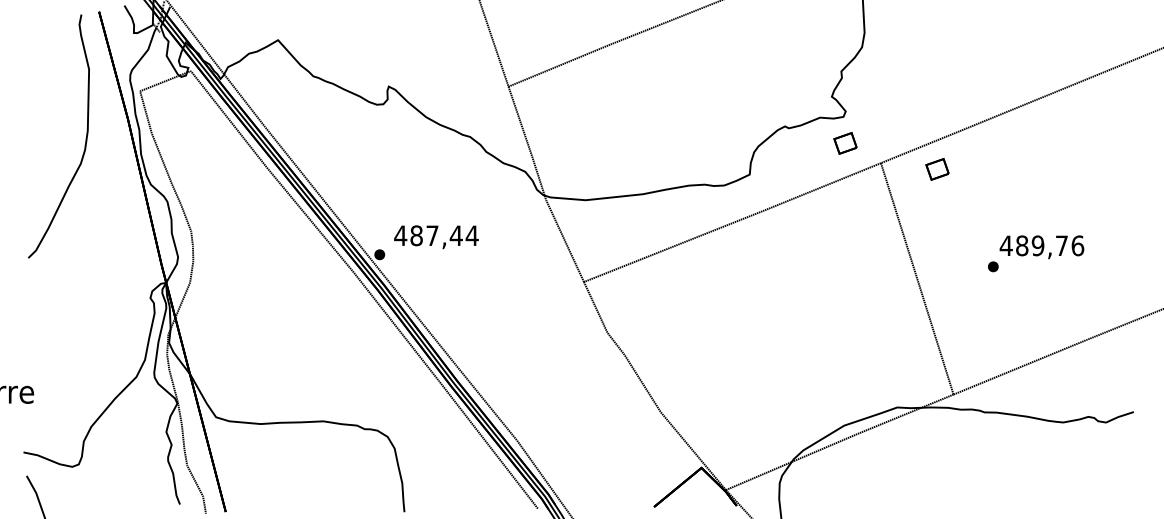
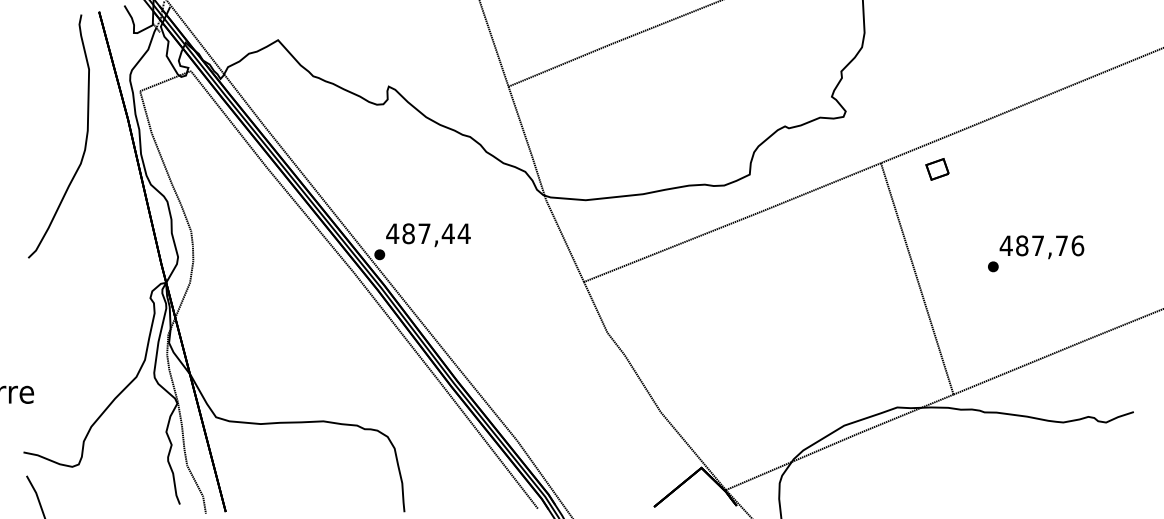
part at (845, 143): present -> none
text at (436, 237) position: (436, 237) -> (428, 235)
text at (1037, 245): 489,76 -> 487,76
